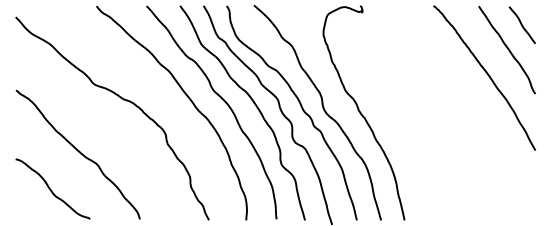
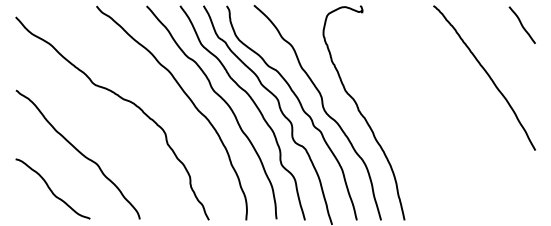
curve at (507, 49): present -> none
